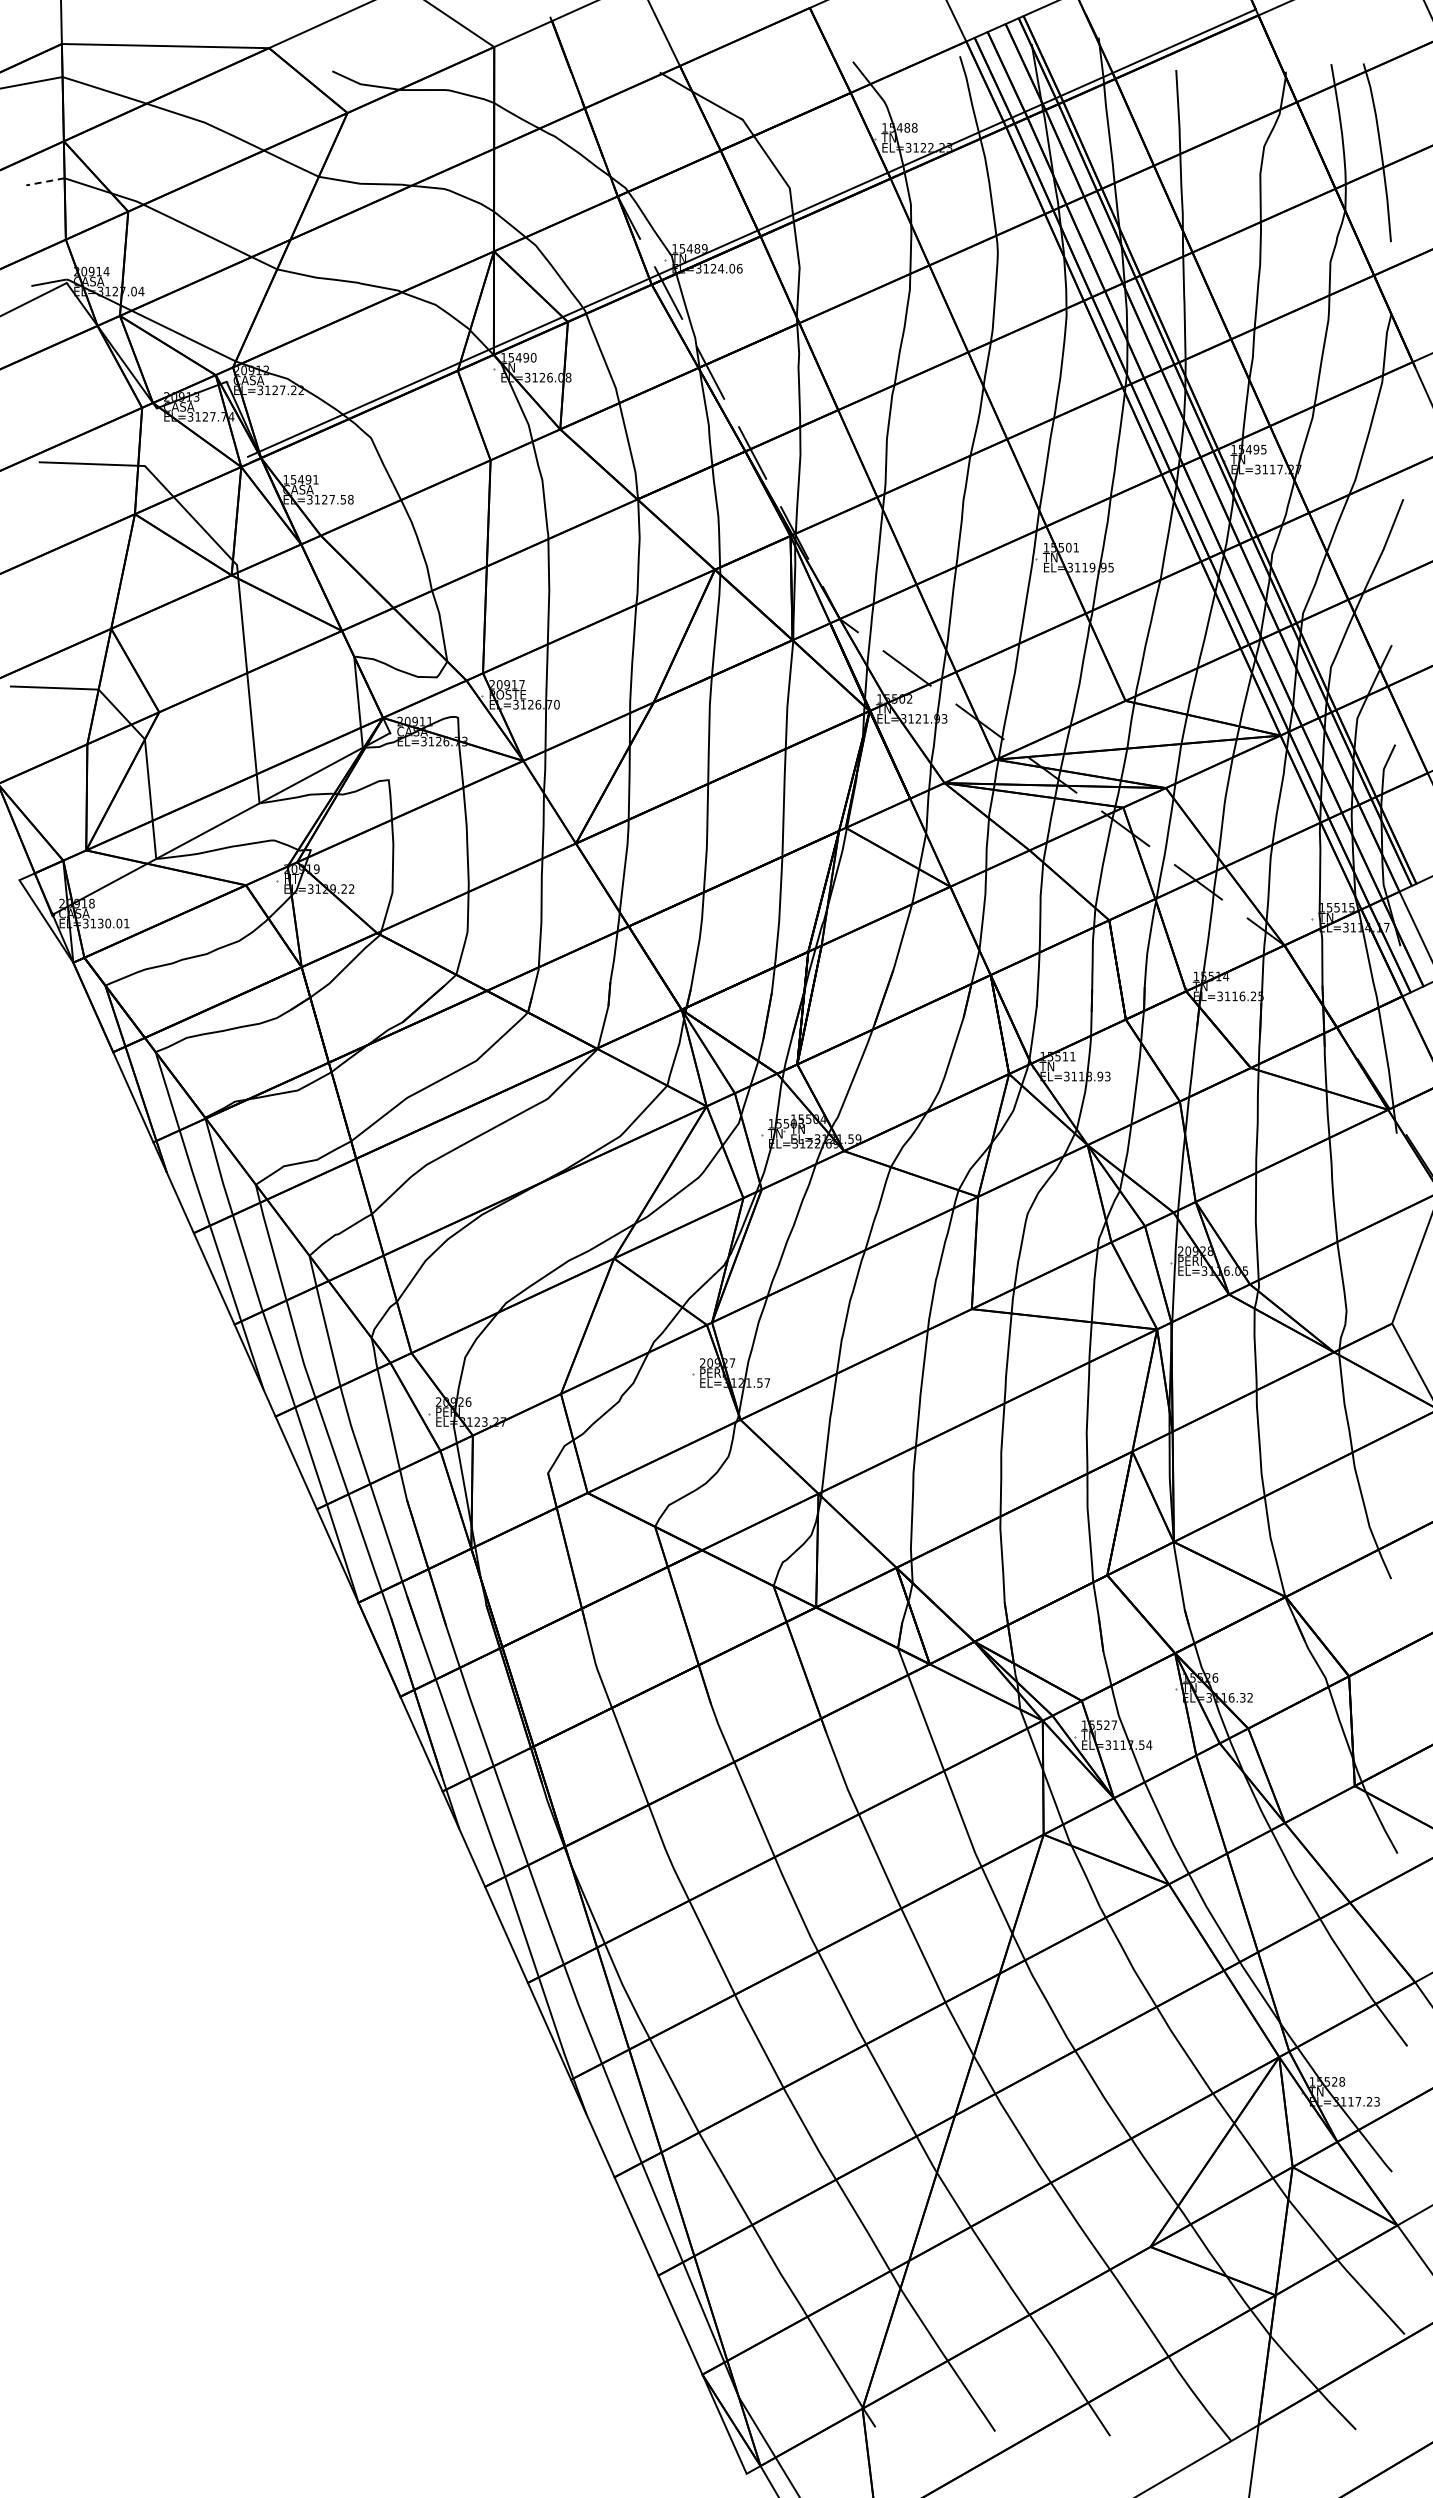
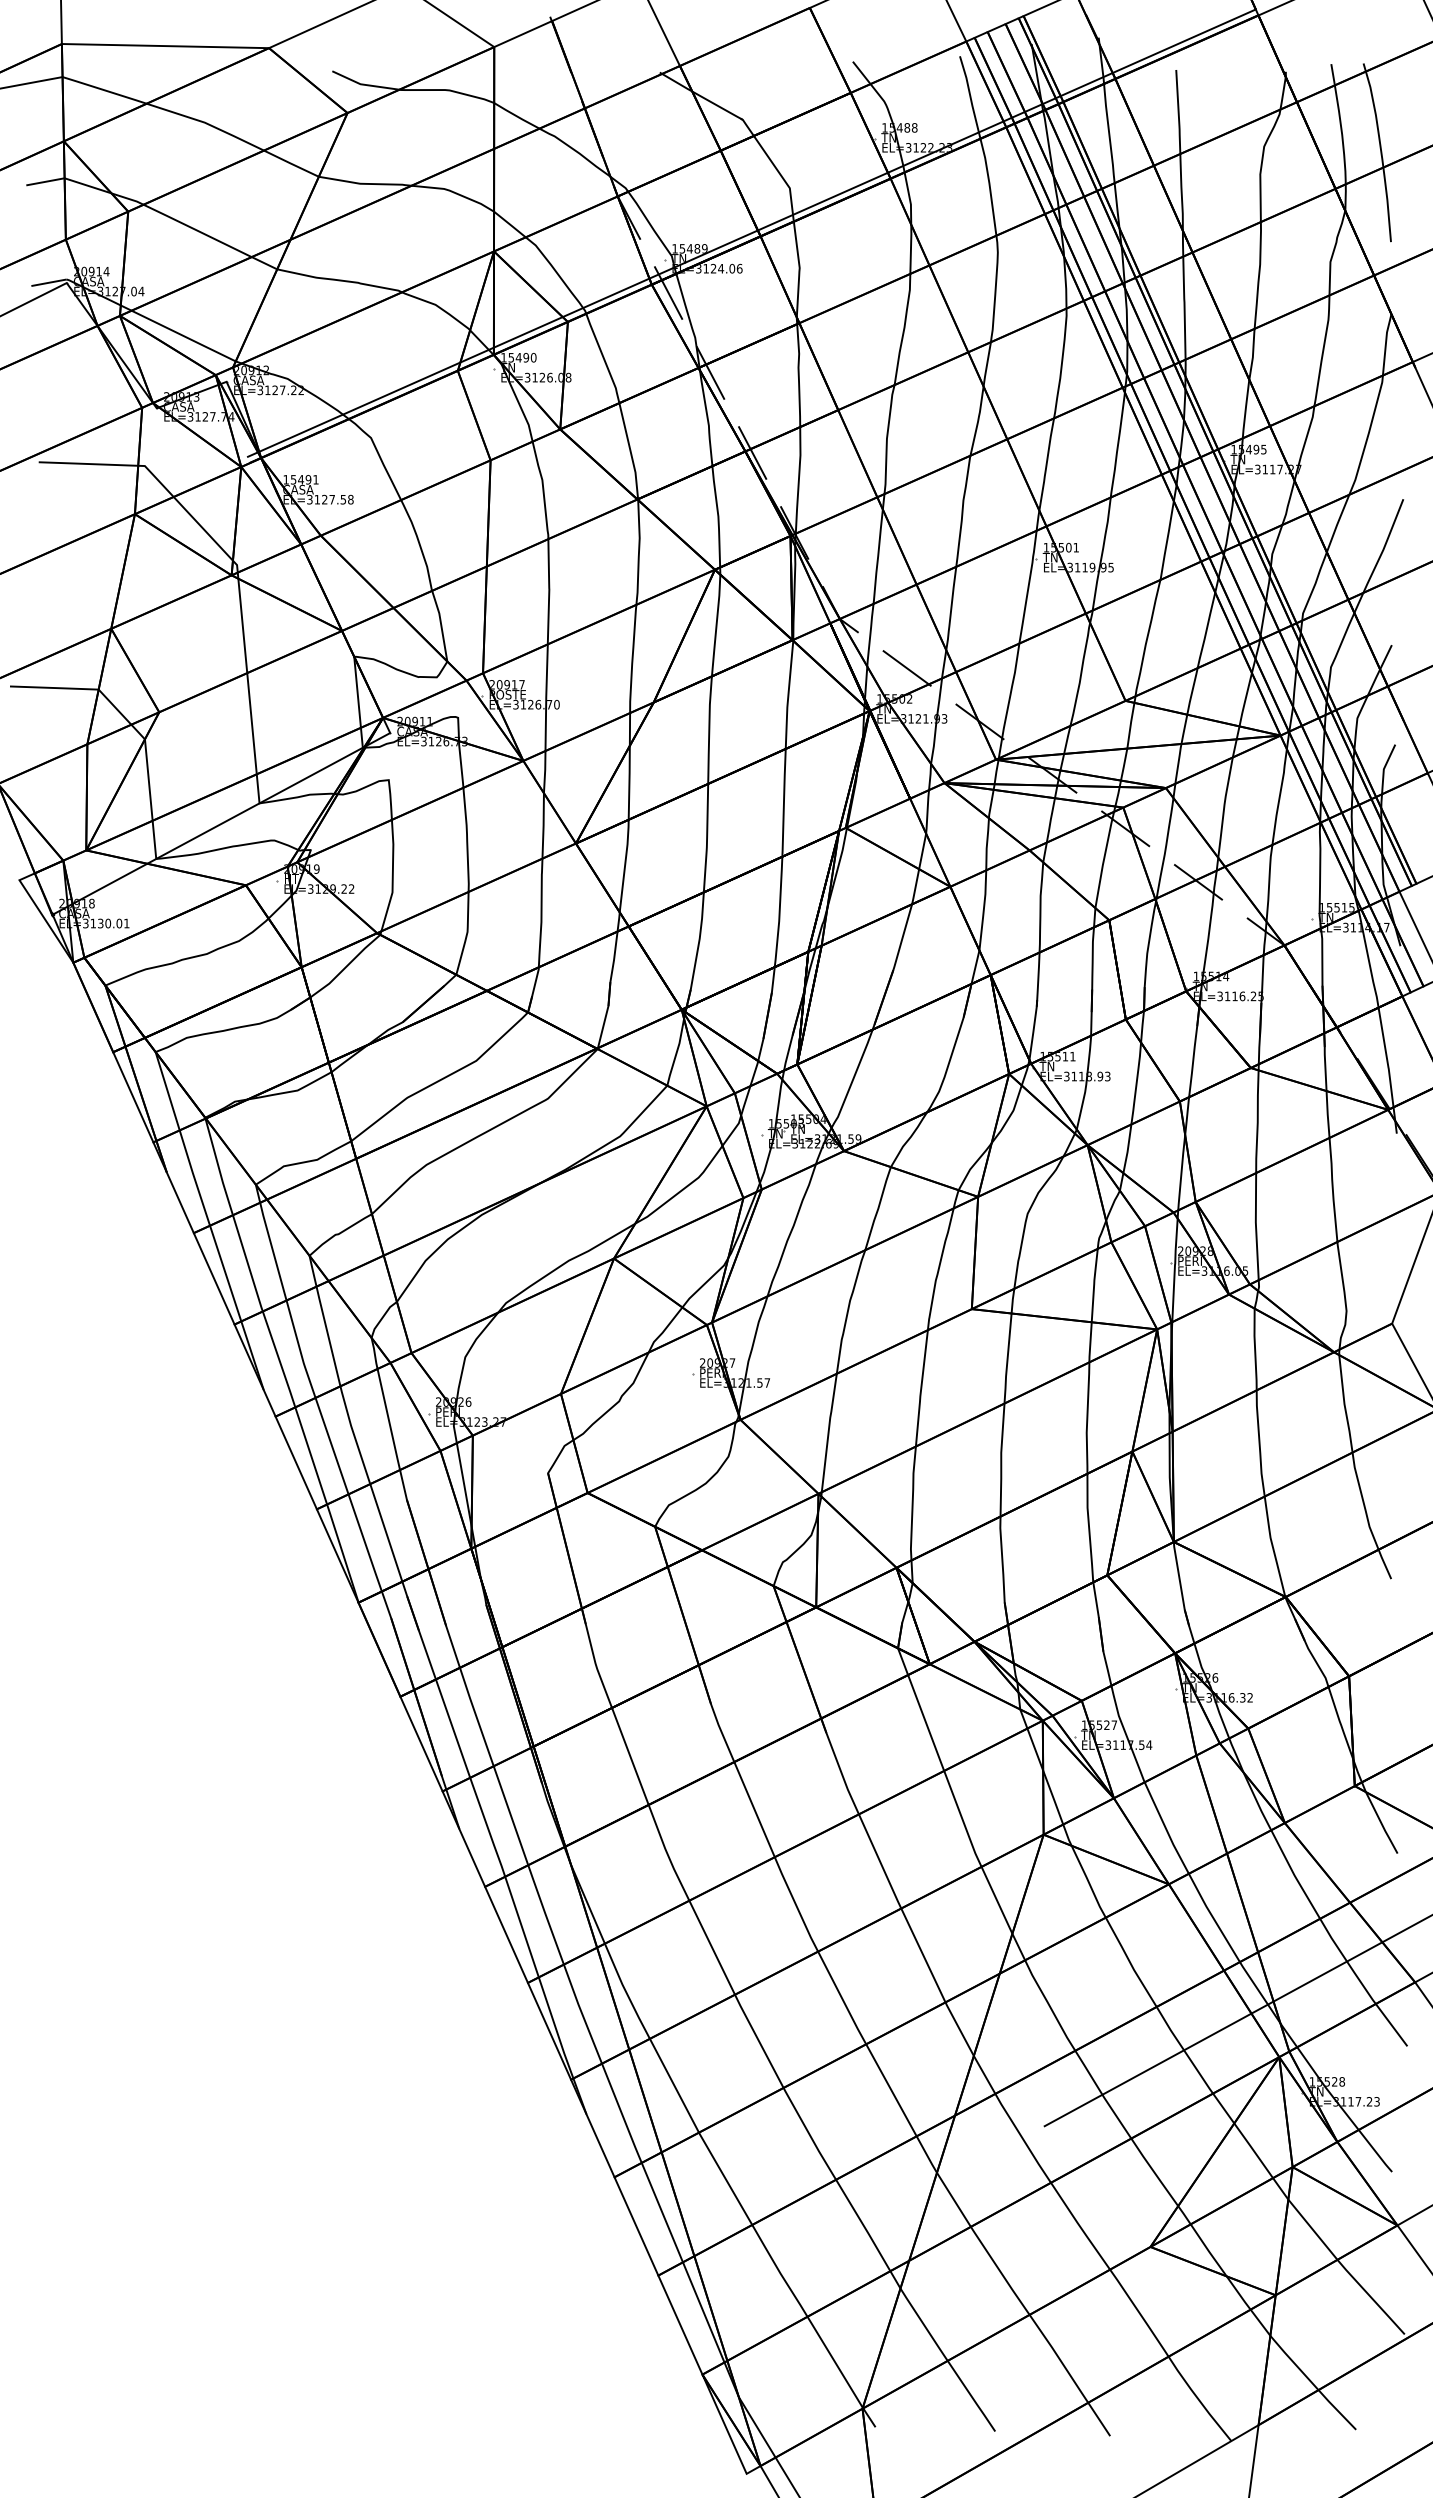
line at (45, 181): dashed -> solid
line at (1236, 2021): none -> present
